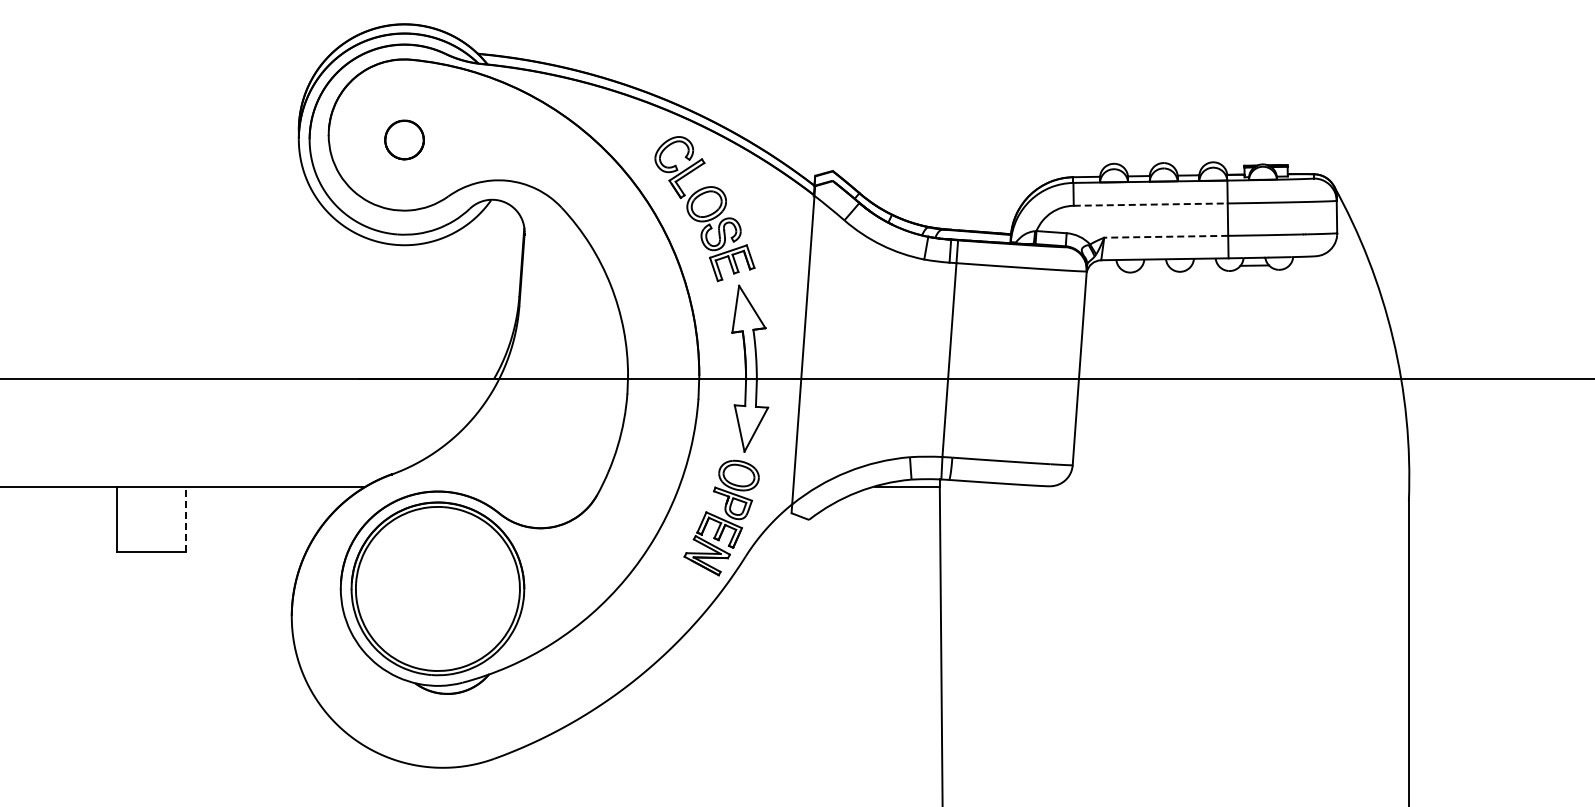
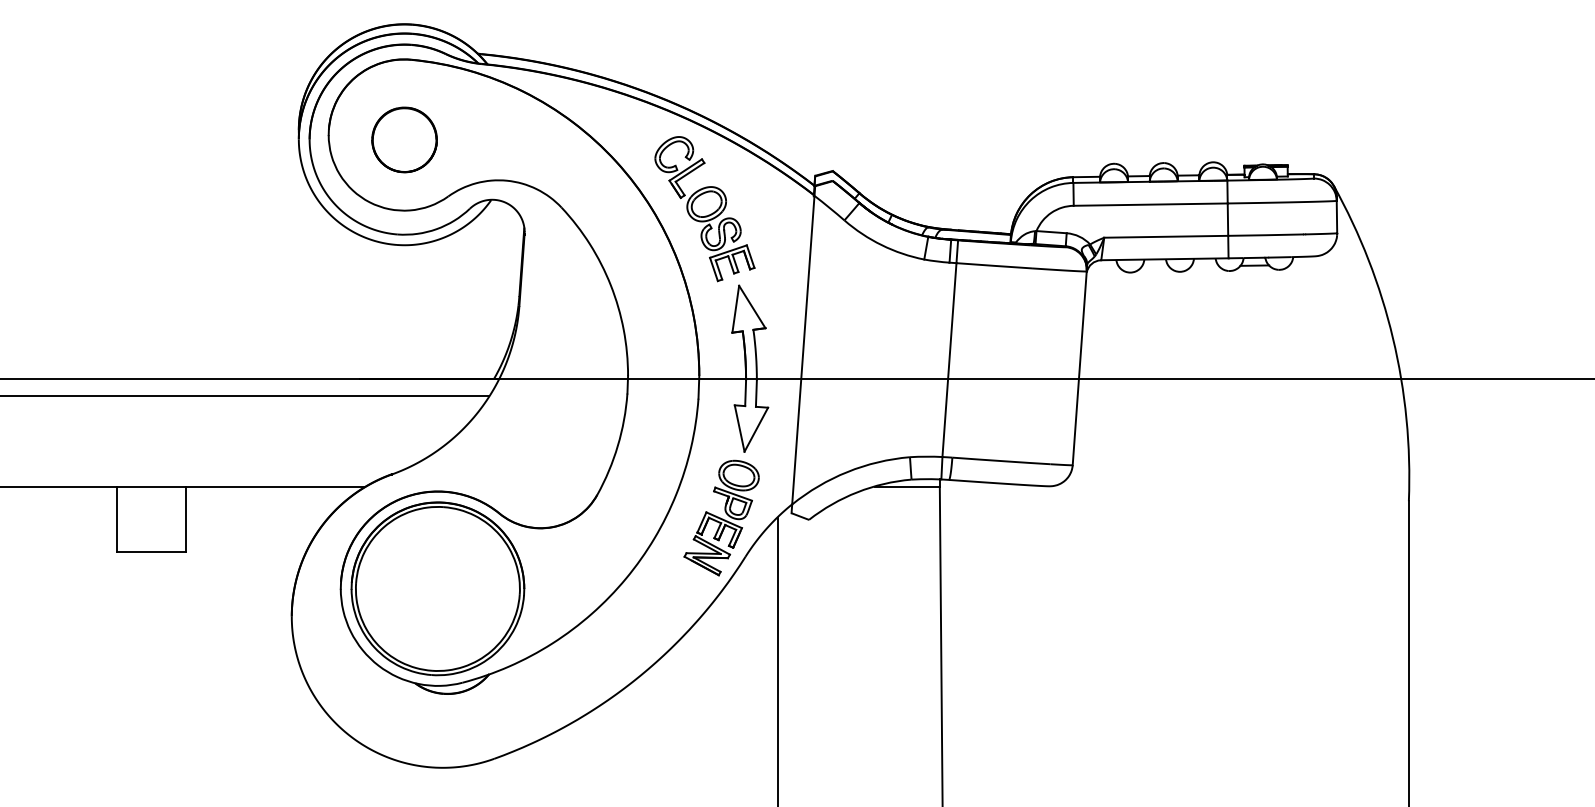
part at (404, 139) size: 41x42 px -> 67x68 px
line at (1150, 204): dashed -> solid
line at (1166, 236): dashed -> solid
line at (245, 396): none -> present
line at (186, 518): dashed -> solid
line at (777, 660): none -> present
